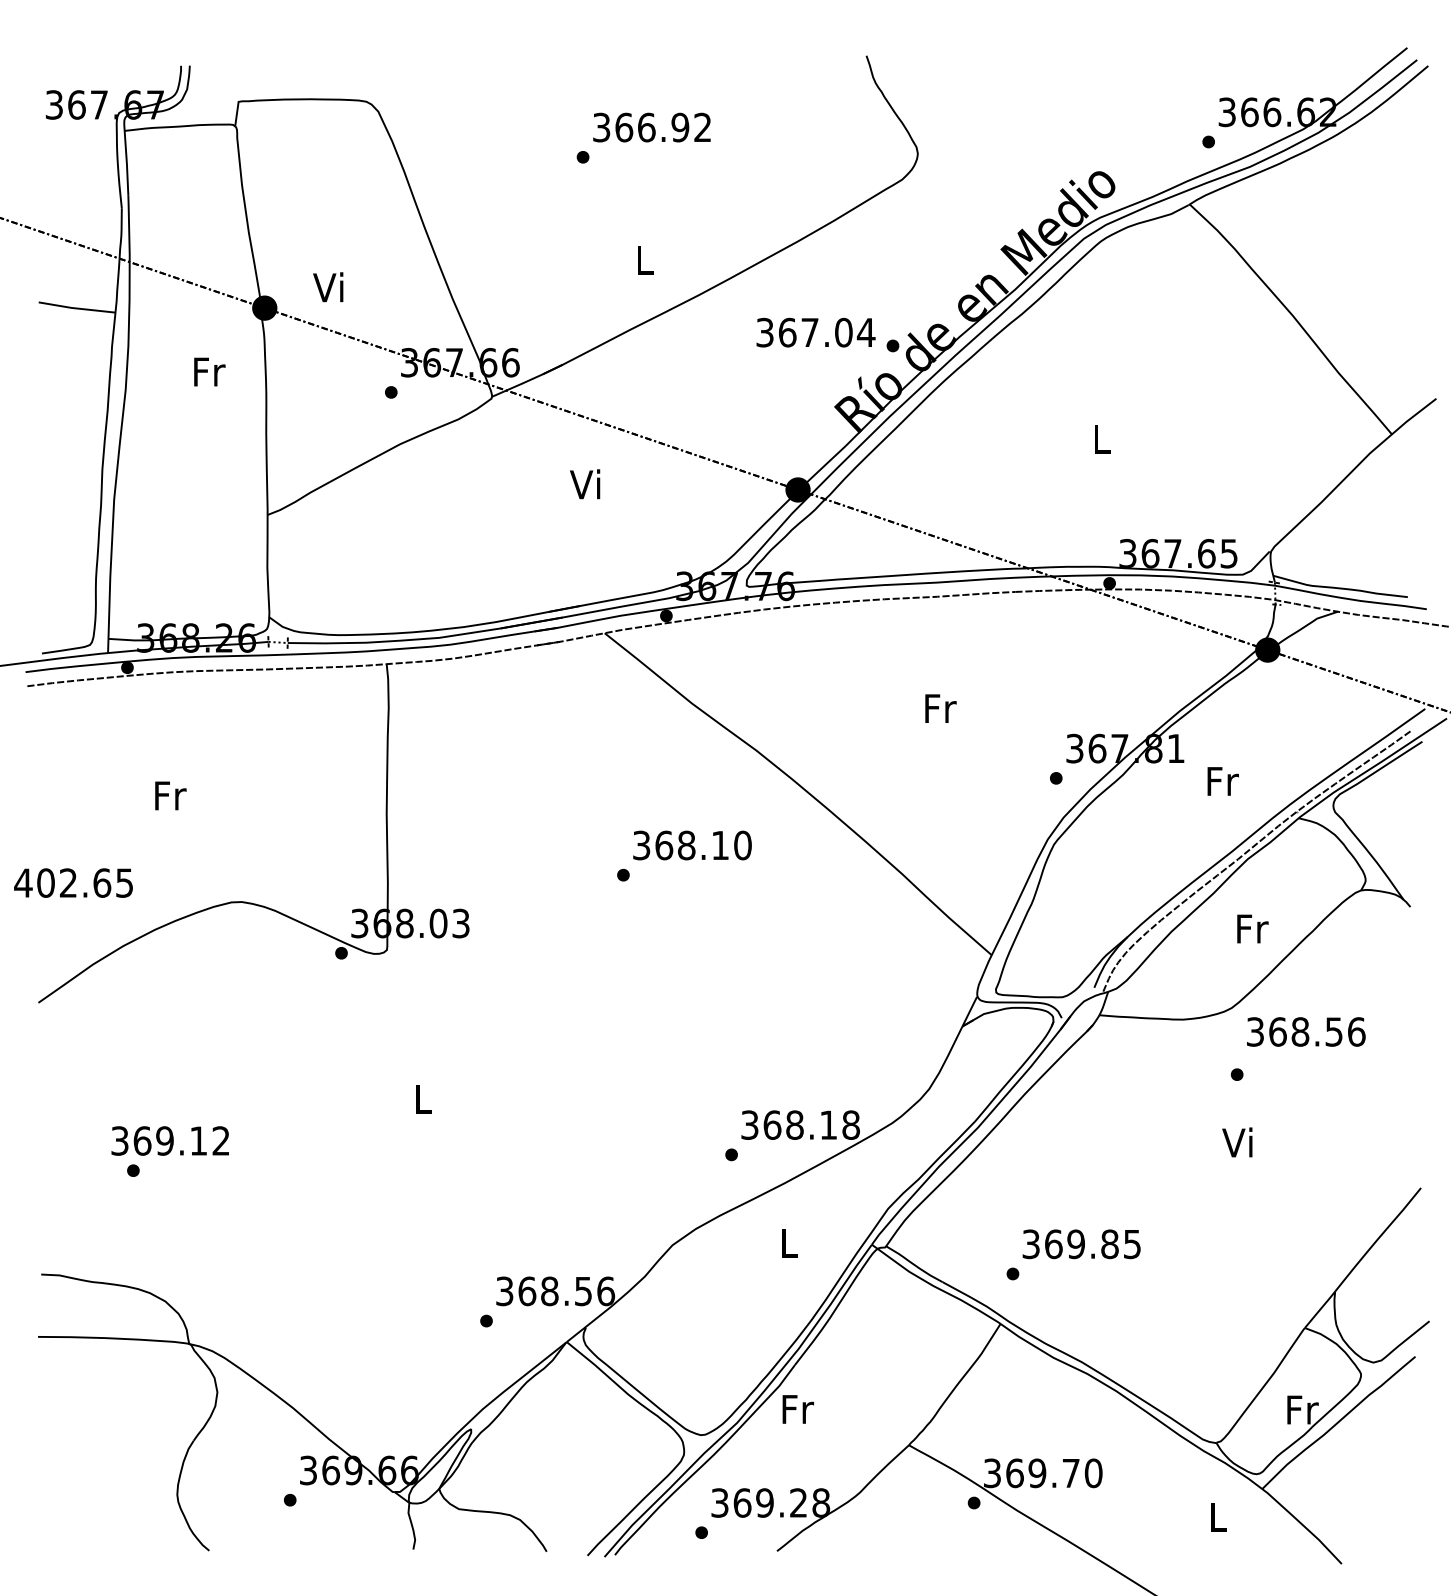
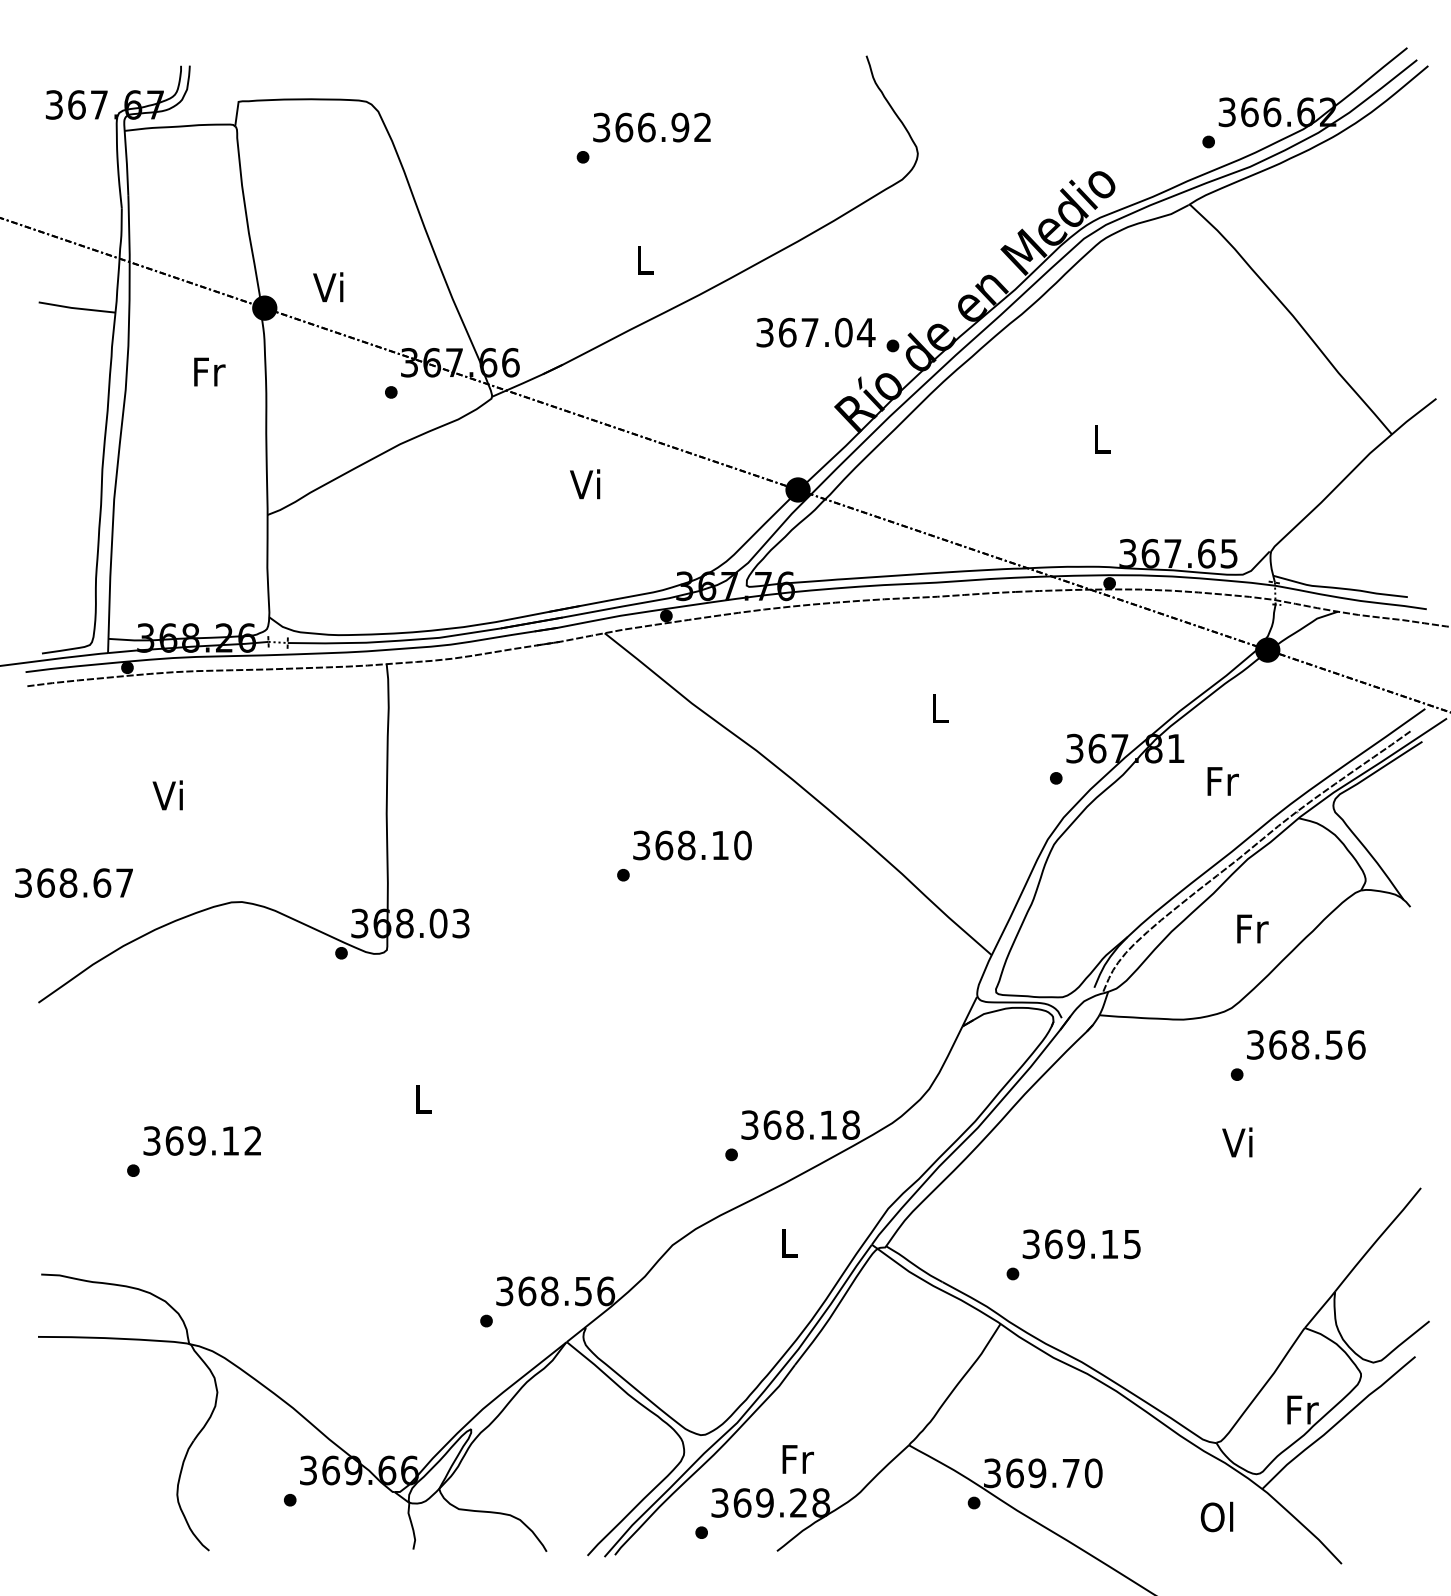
text at (940, 708): Fr -> L
text at (169, 795): Fr -> Vi
text at (73, 882): 402.65 -> 368.67
text at (1306, 1031) position: (1306, 1031) -> (1306, 1044)
text at (169, 1140) position: (169, 1140) -> (201, 1140)
text at (1109, 1244): 369.85 -> 369.15
text at (797, 1409) position: (797, 1409) -> (797, 1459)
text at (1216, 1516): L -> Ol
